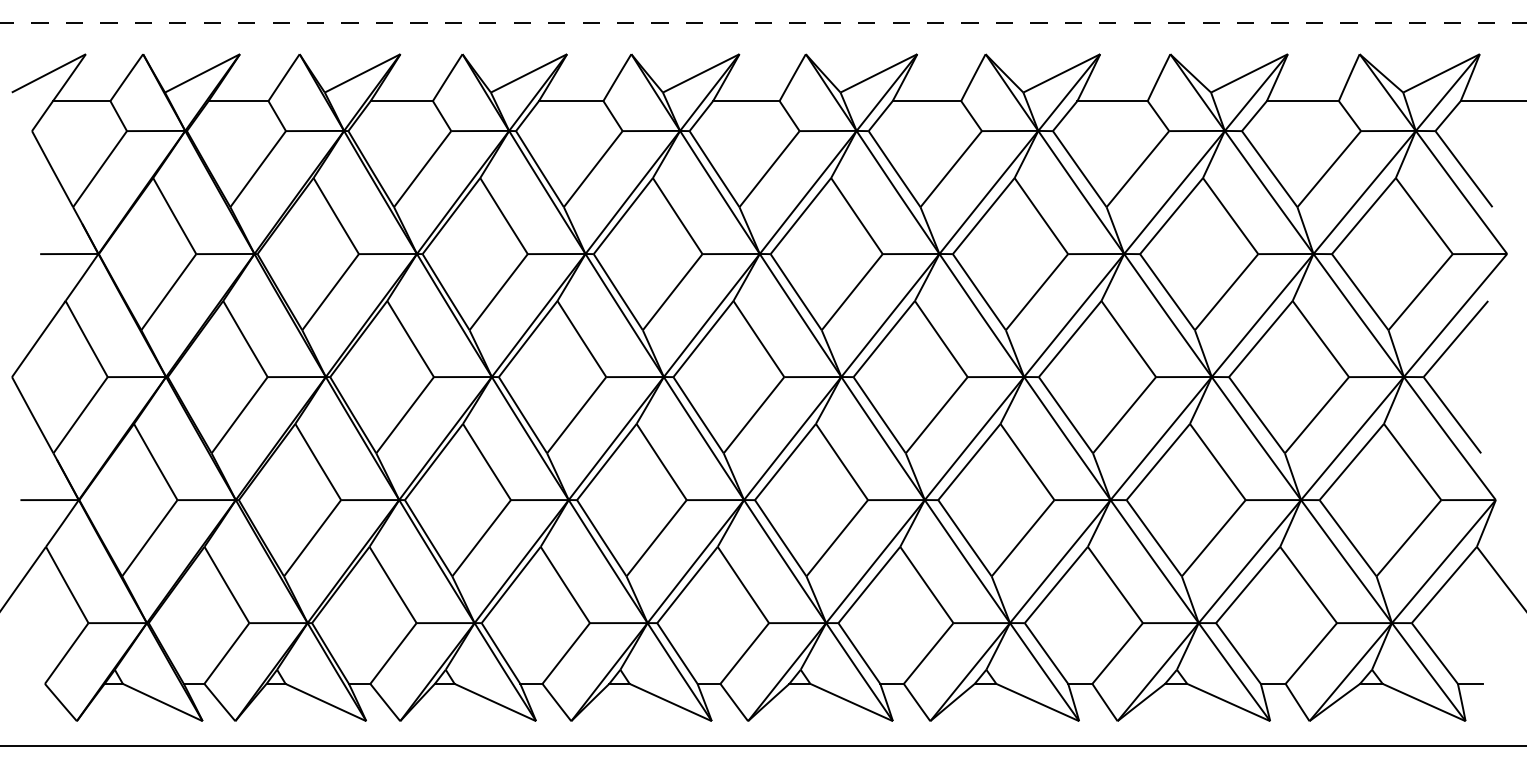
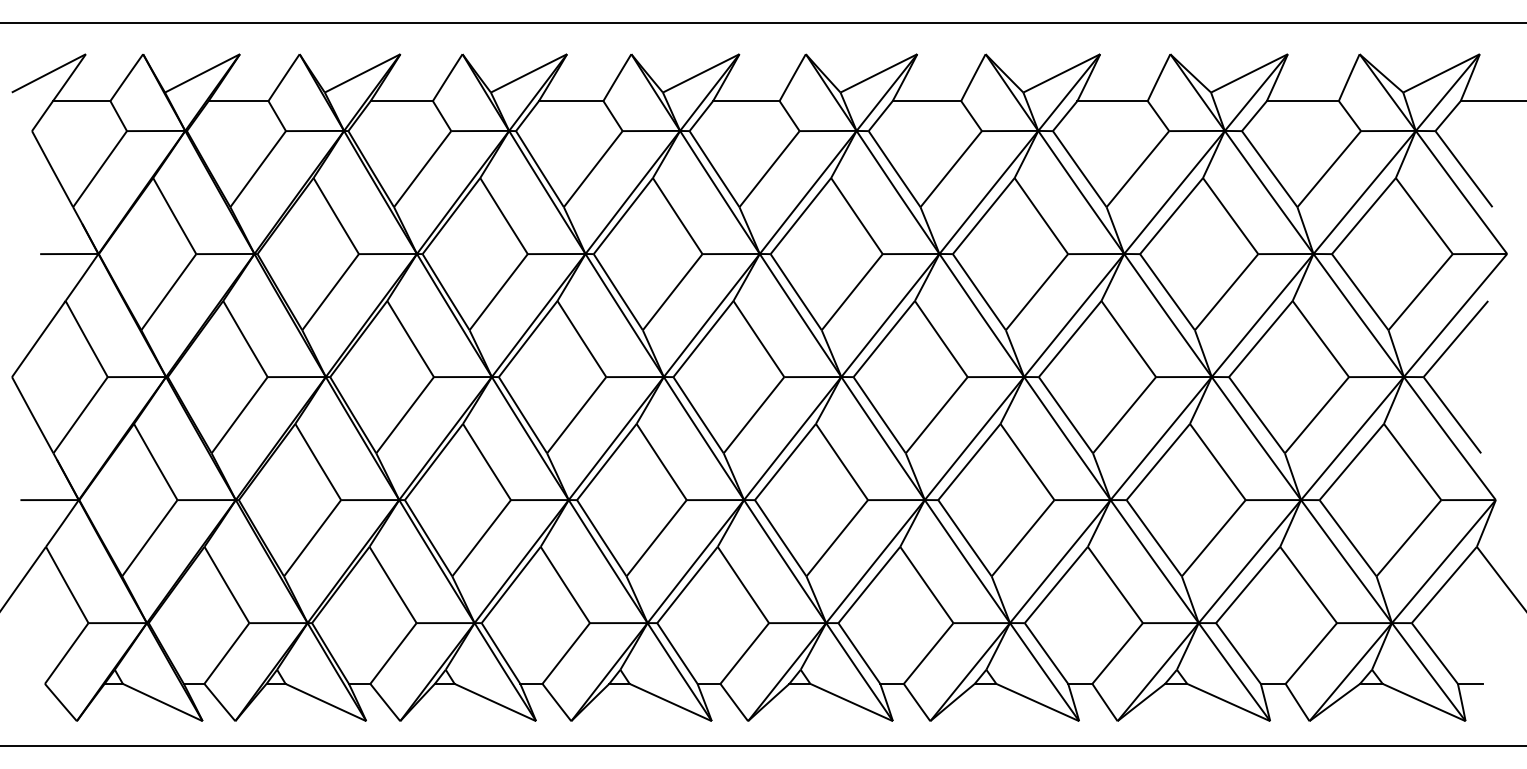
line at (764, 22): dashed -> solid
